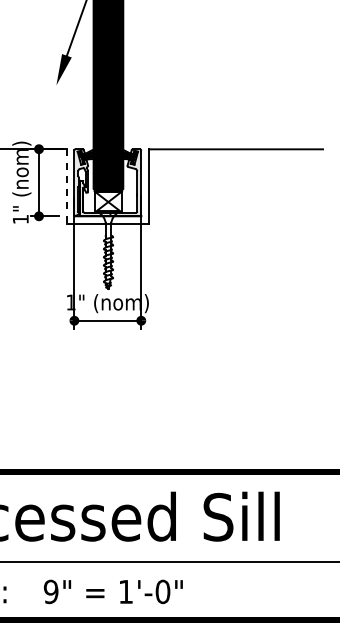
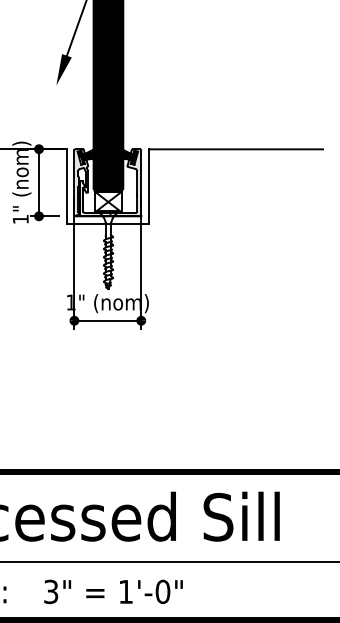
line at (66, 187): dashed -> solid
text at (50, 591): 9" -> 3"
